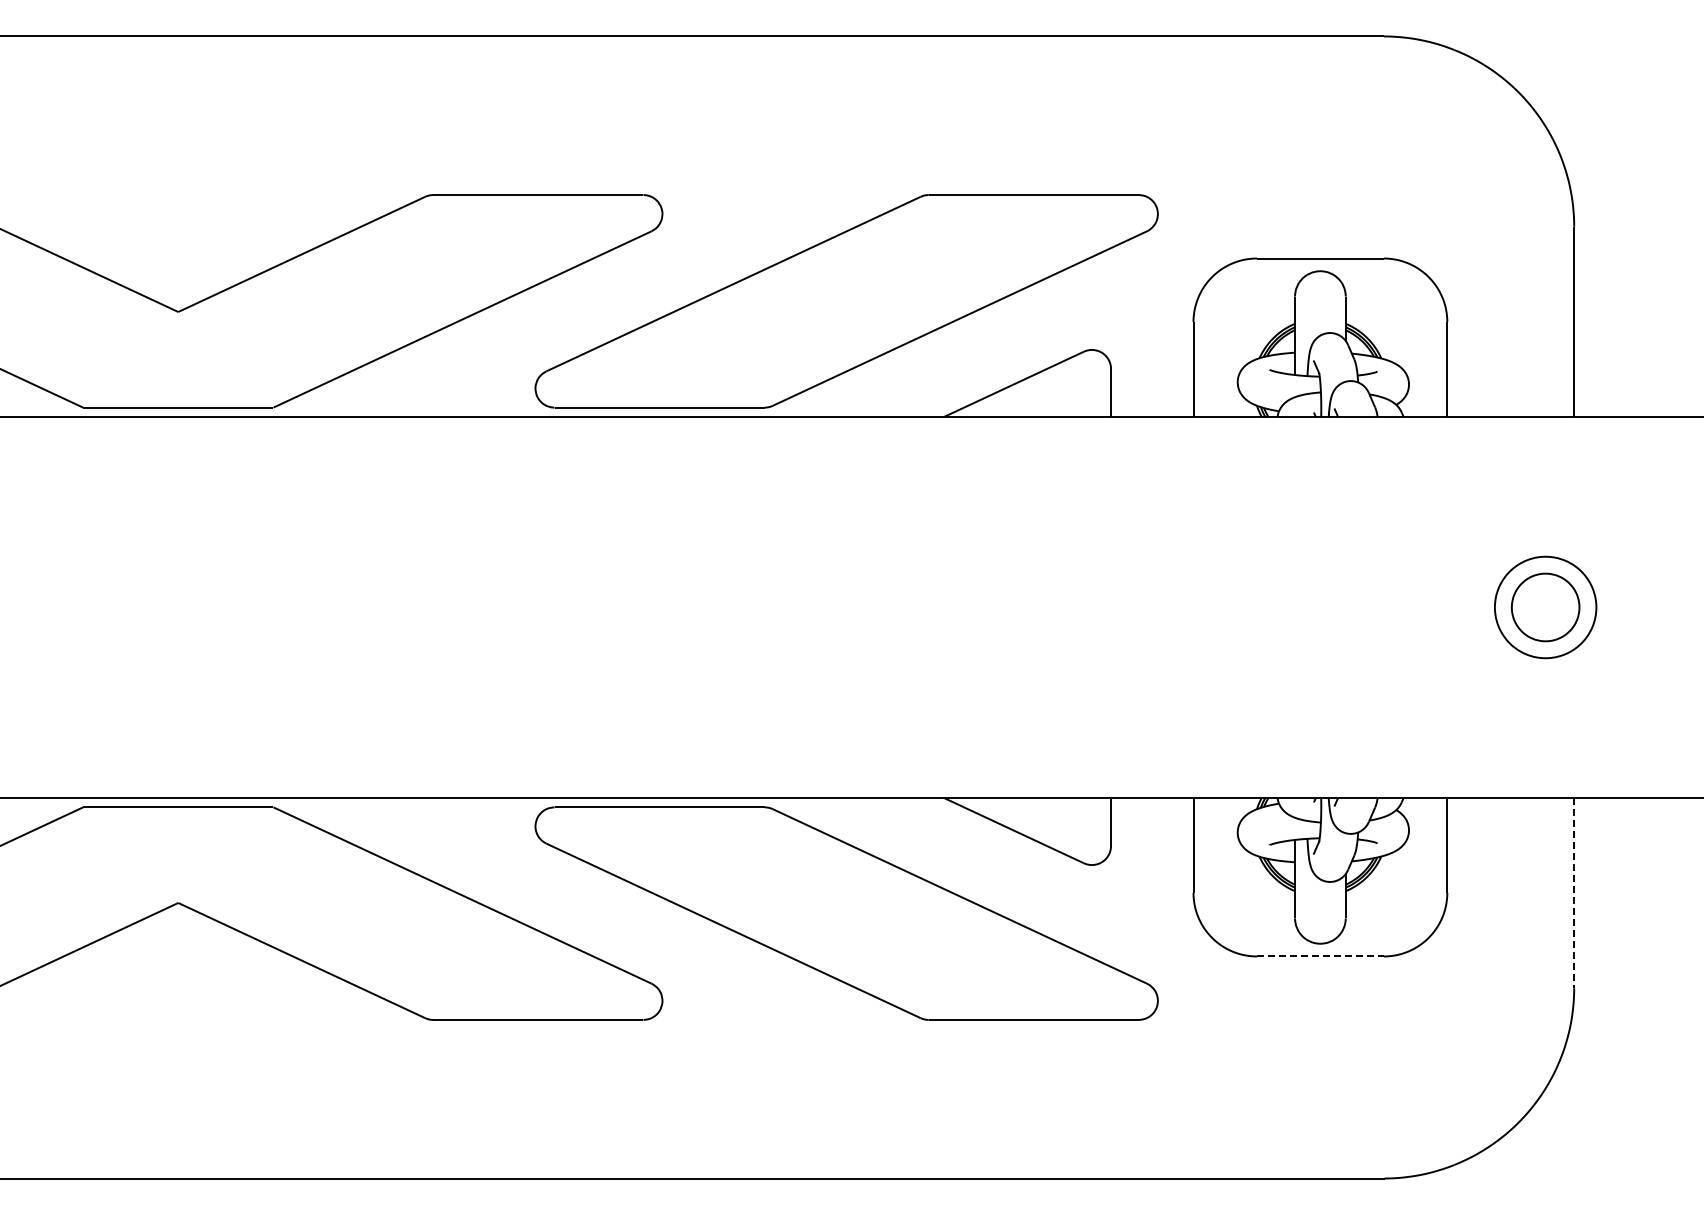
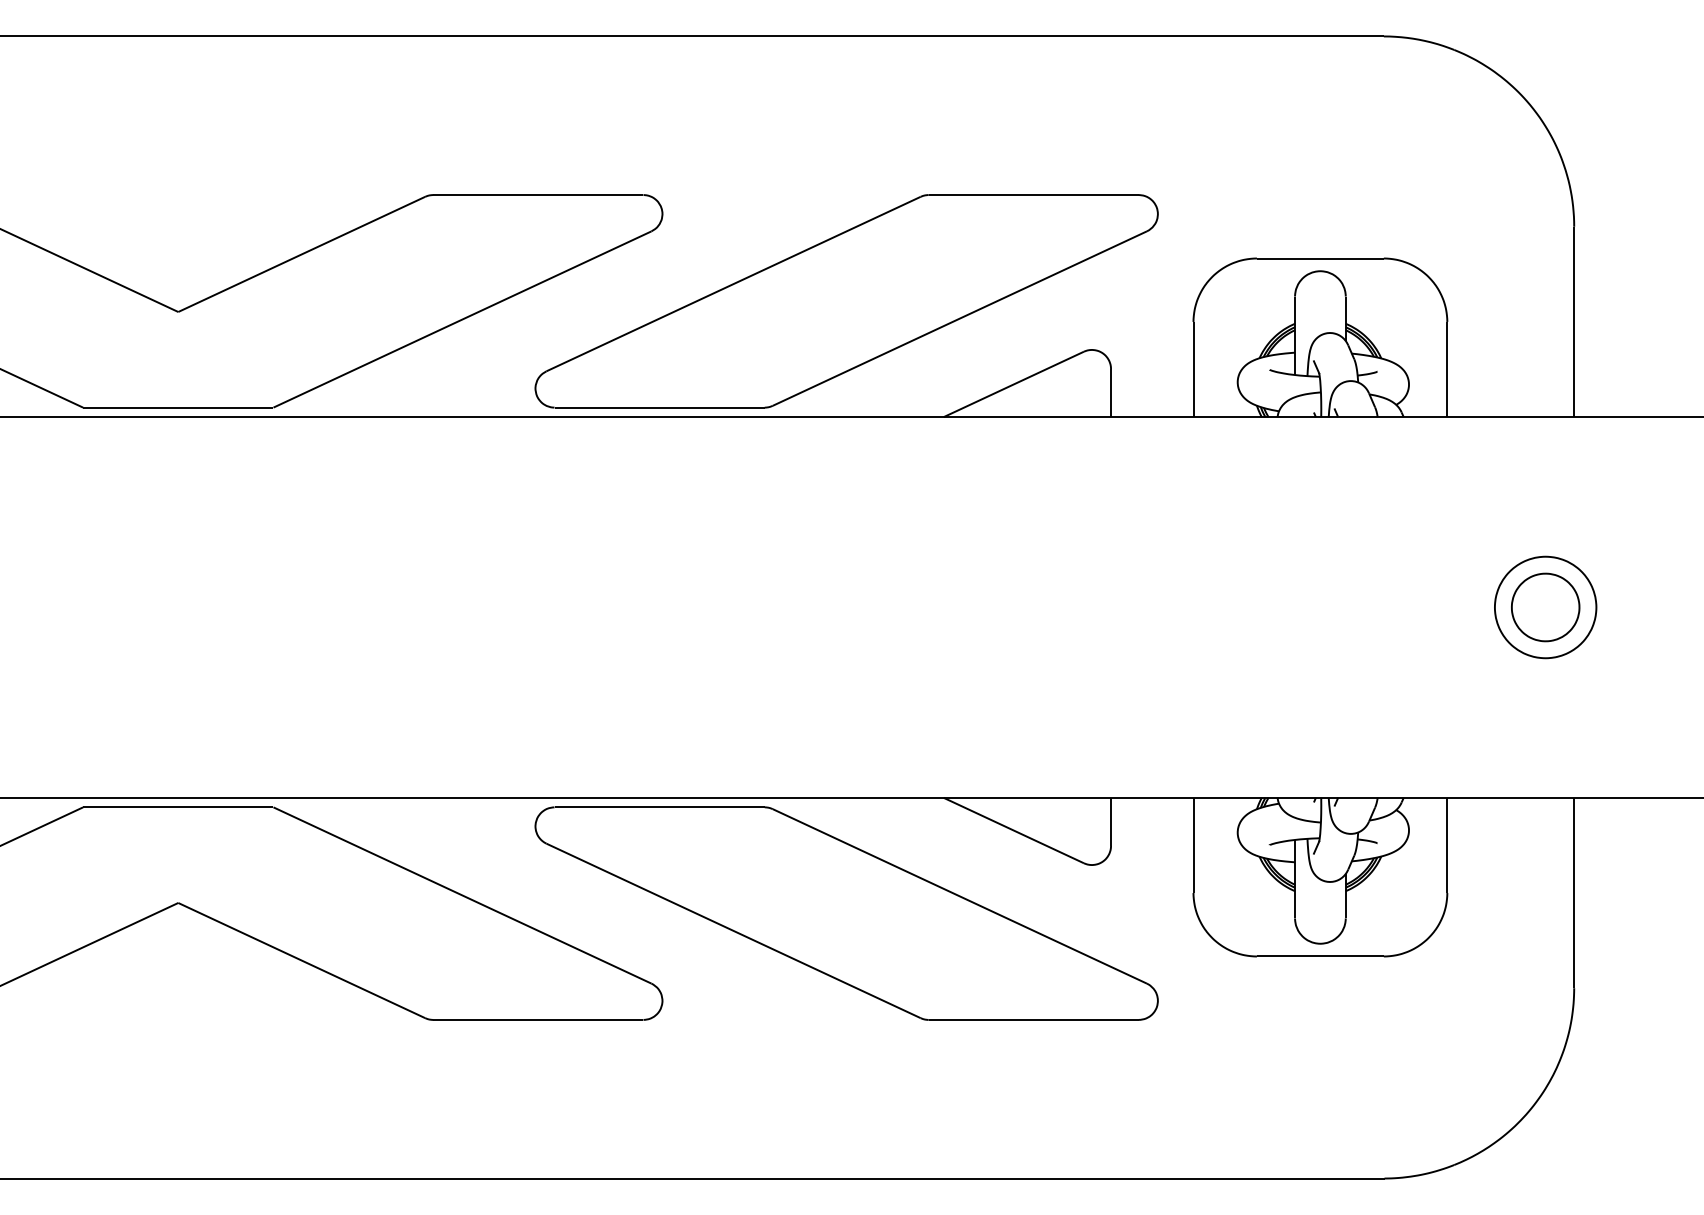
line at (1574, 893): dashed -> solid
line at (1320, 956): dashed -> solid
